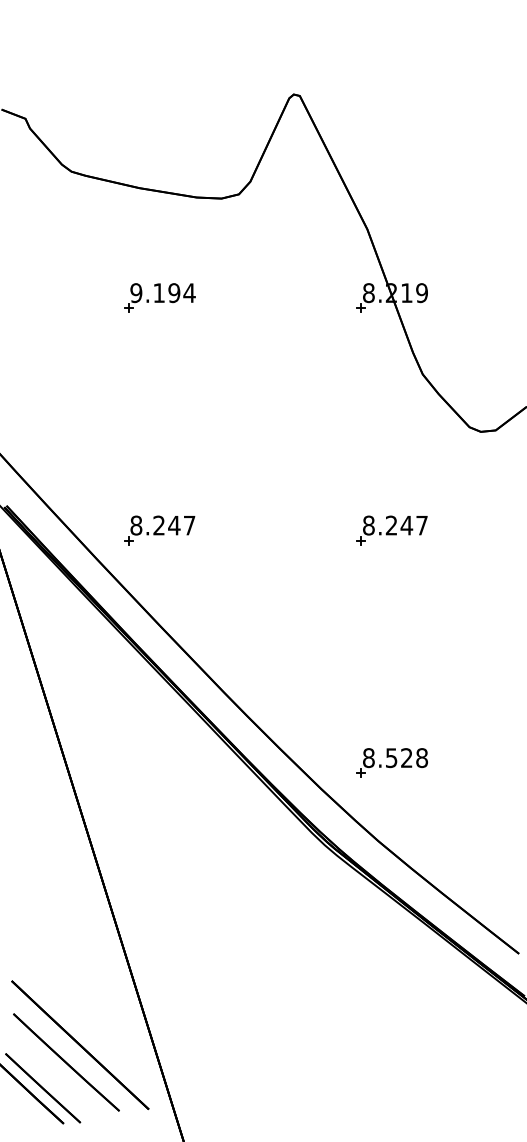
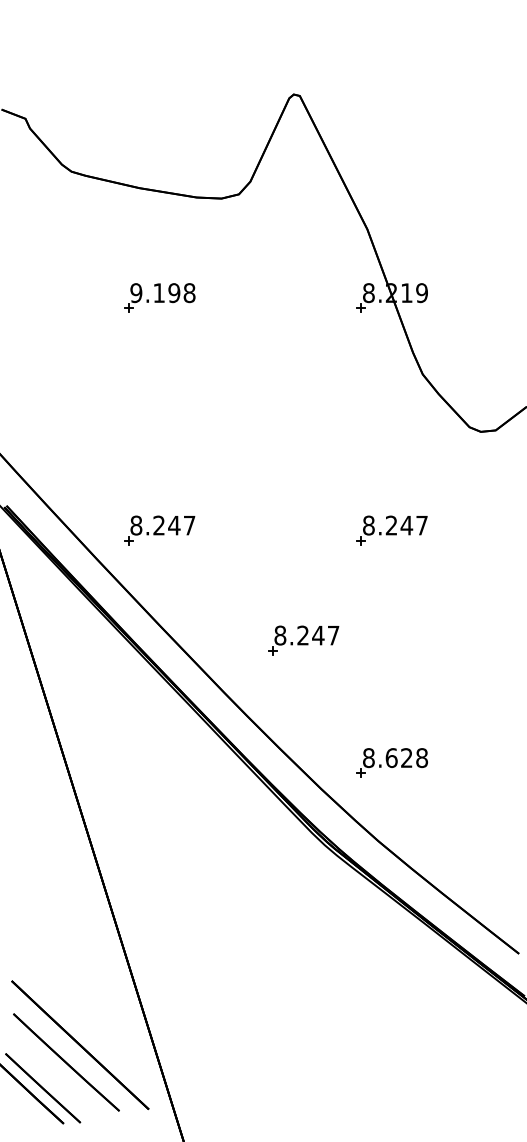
text at (189, 293): 9.194 -> 9.198
part at (303, 640): none -> present
text at (391, 758): 8.528 -> 8.628
